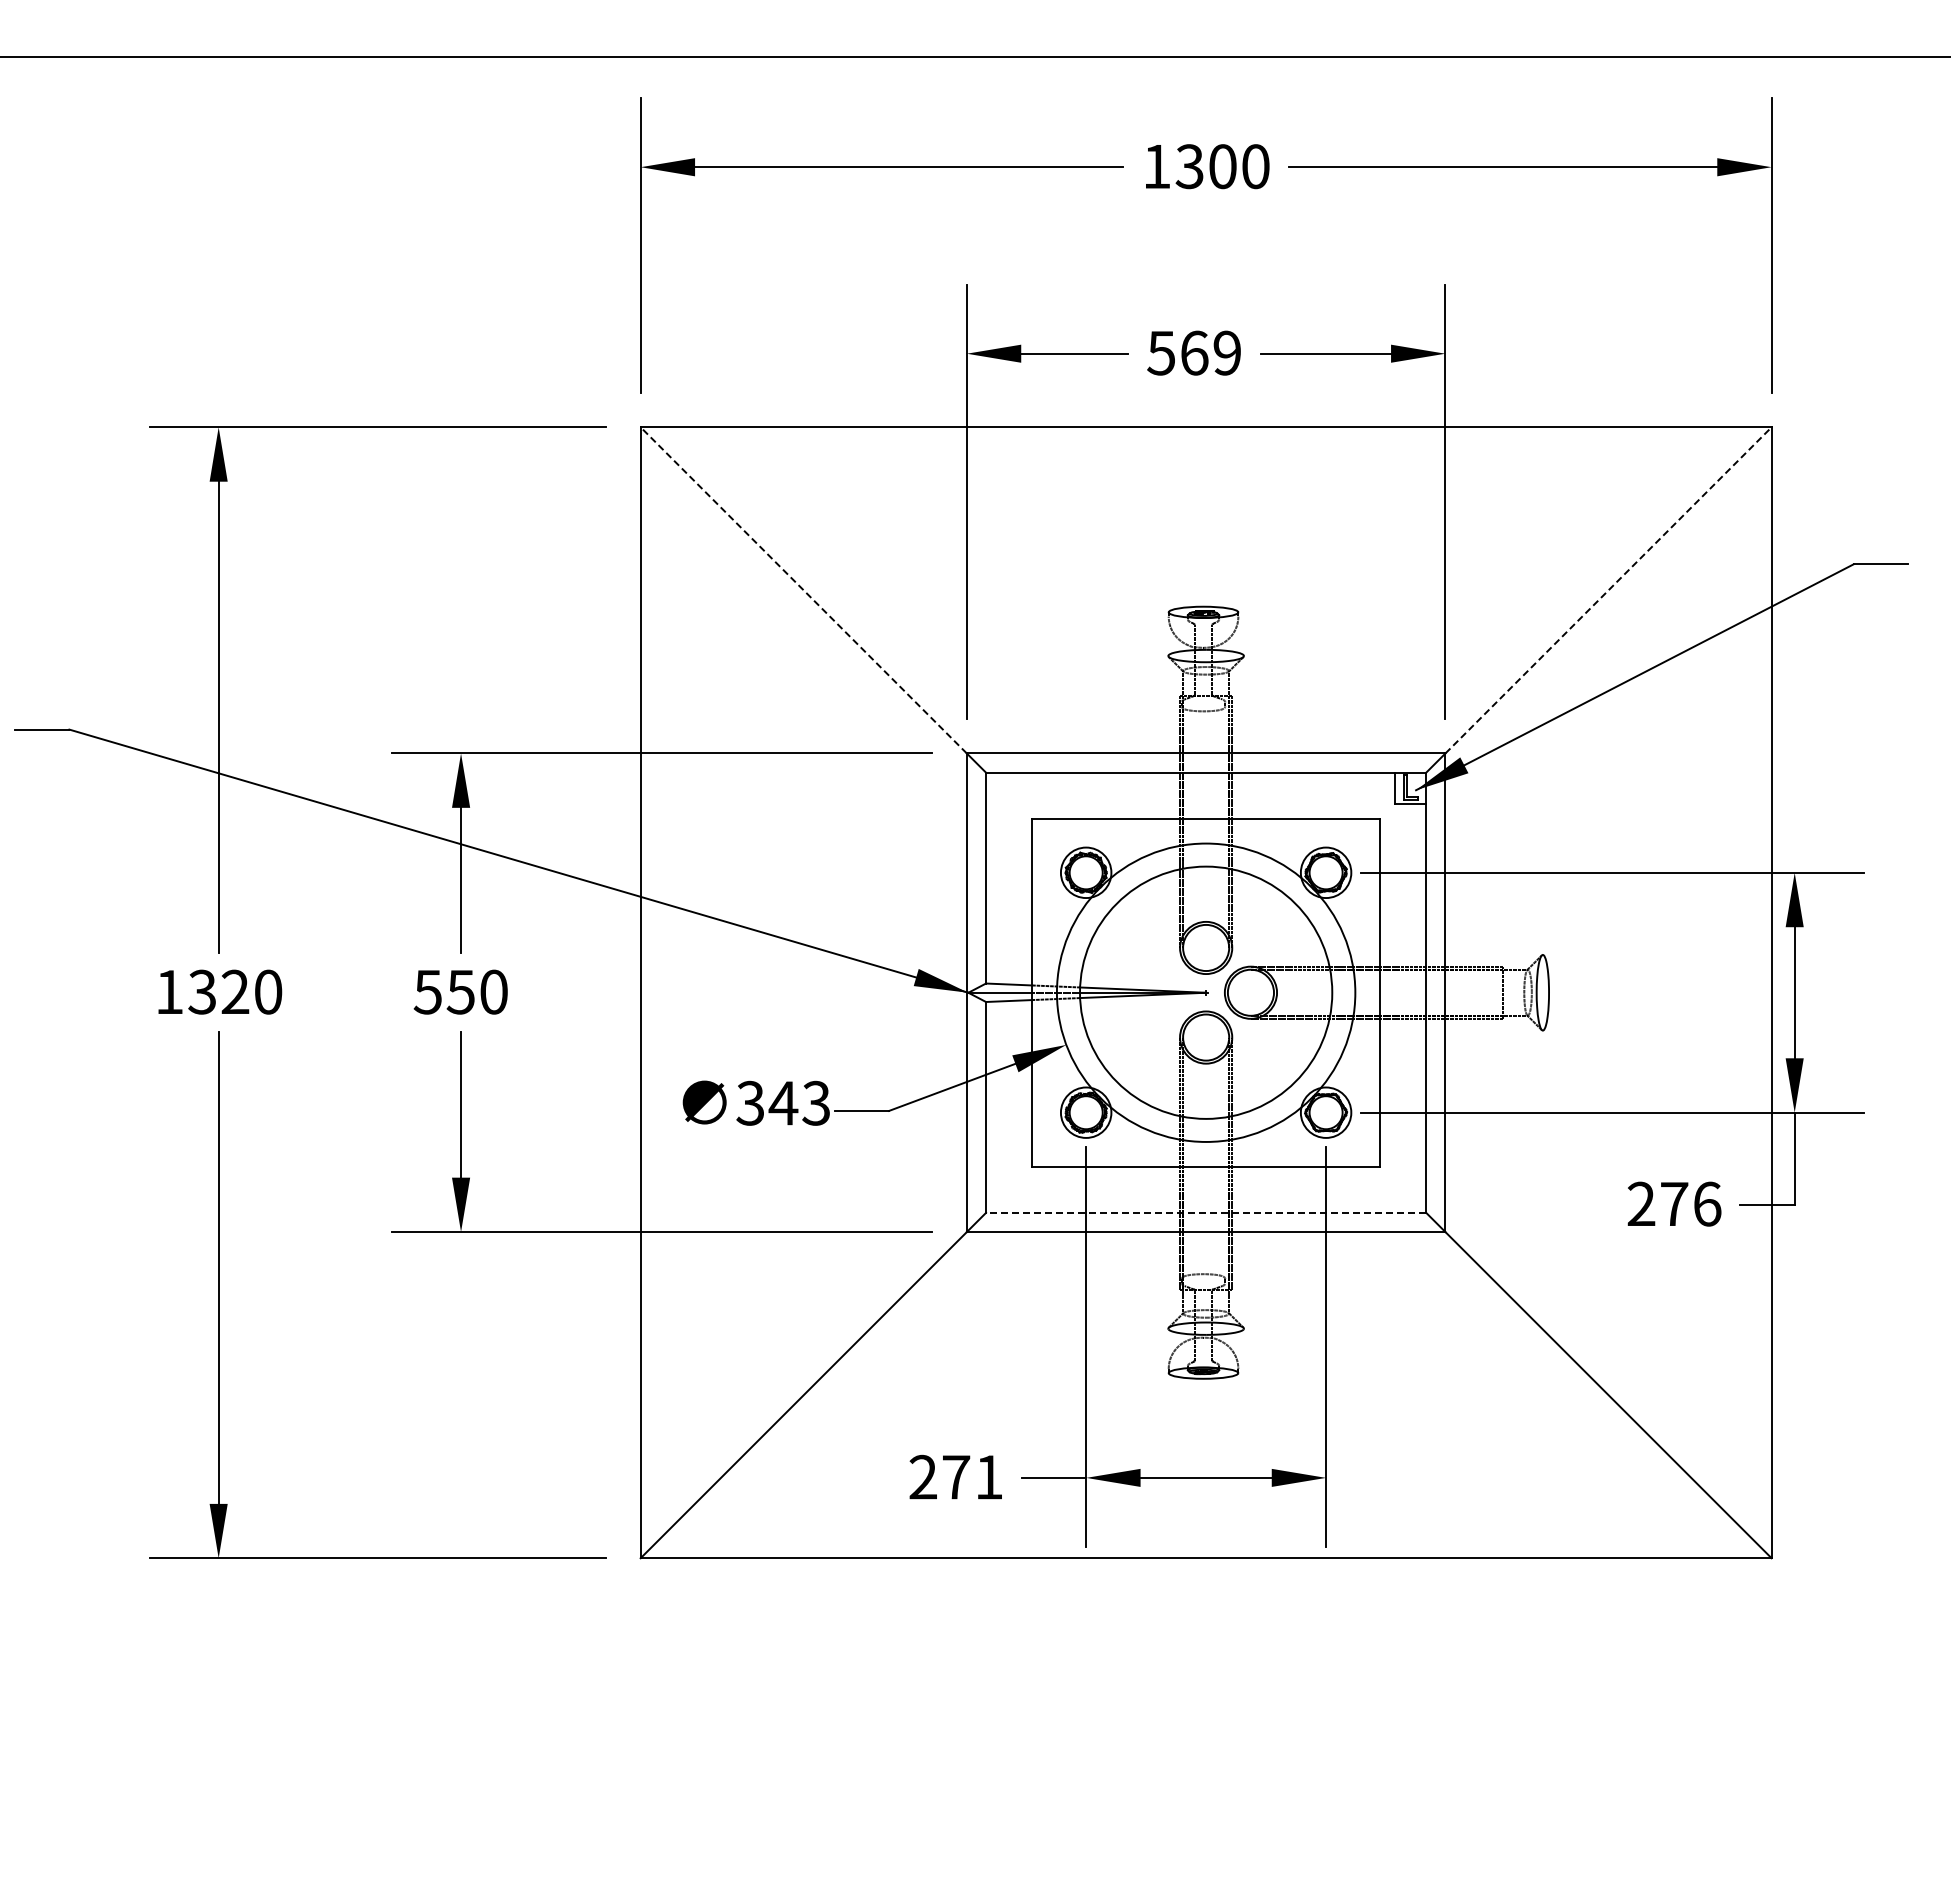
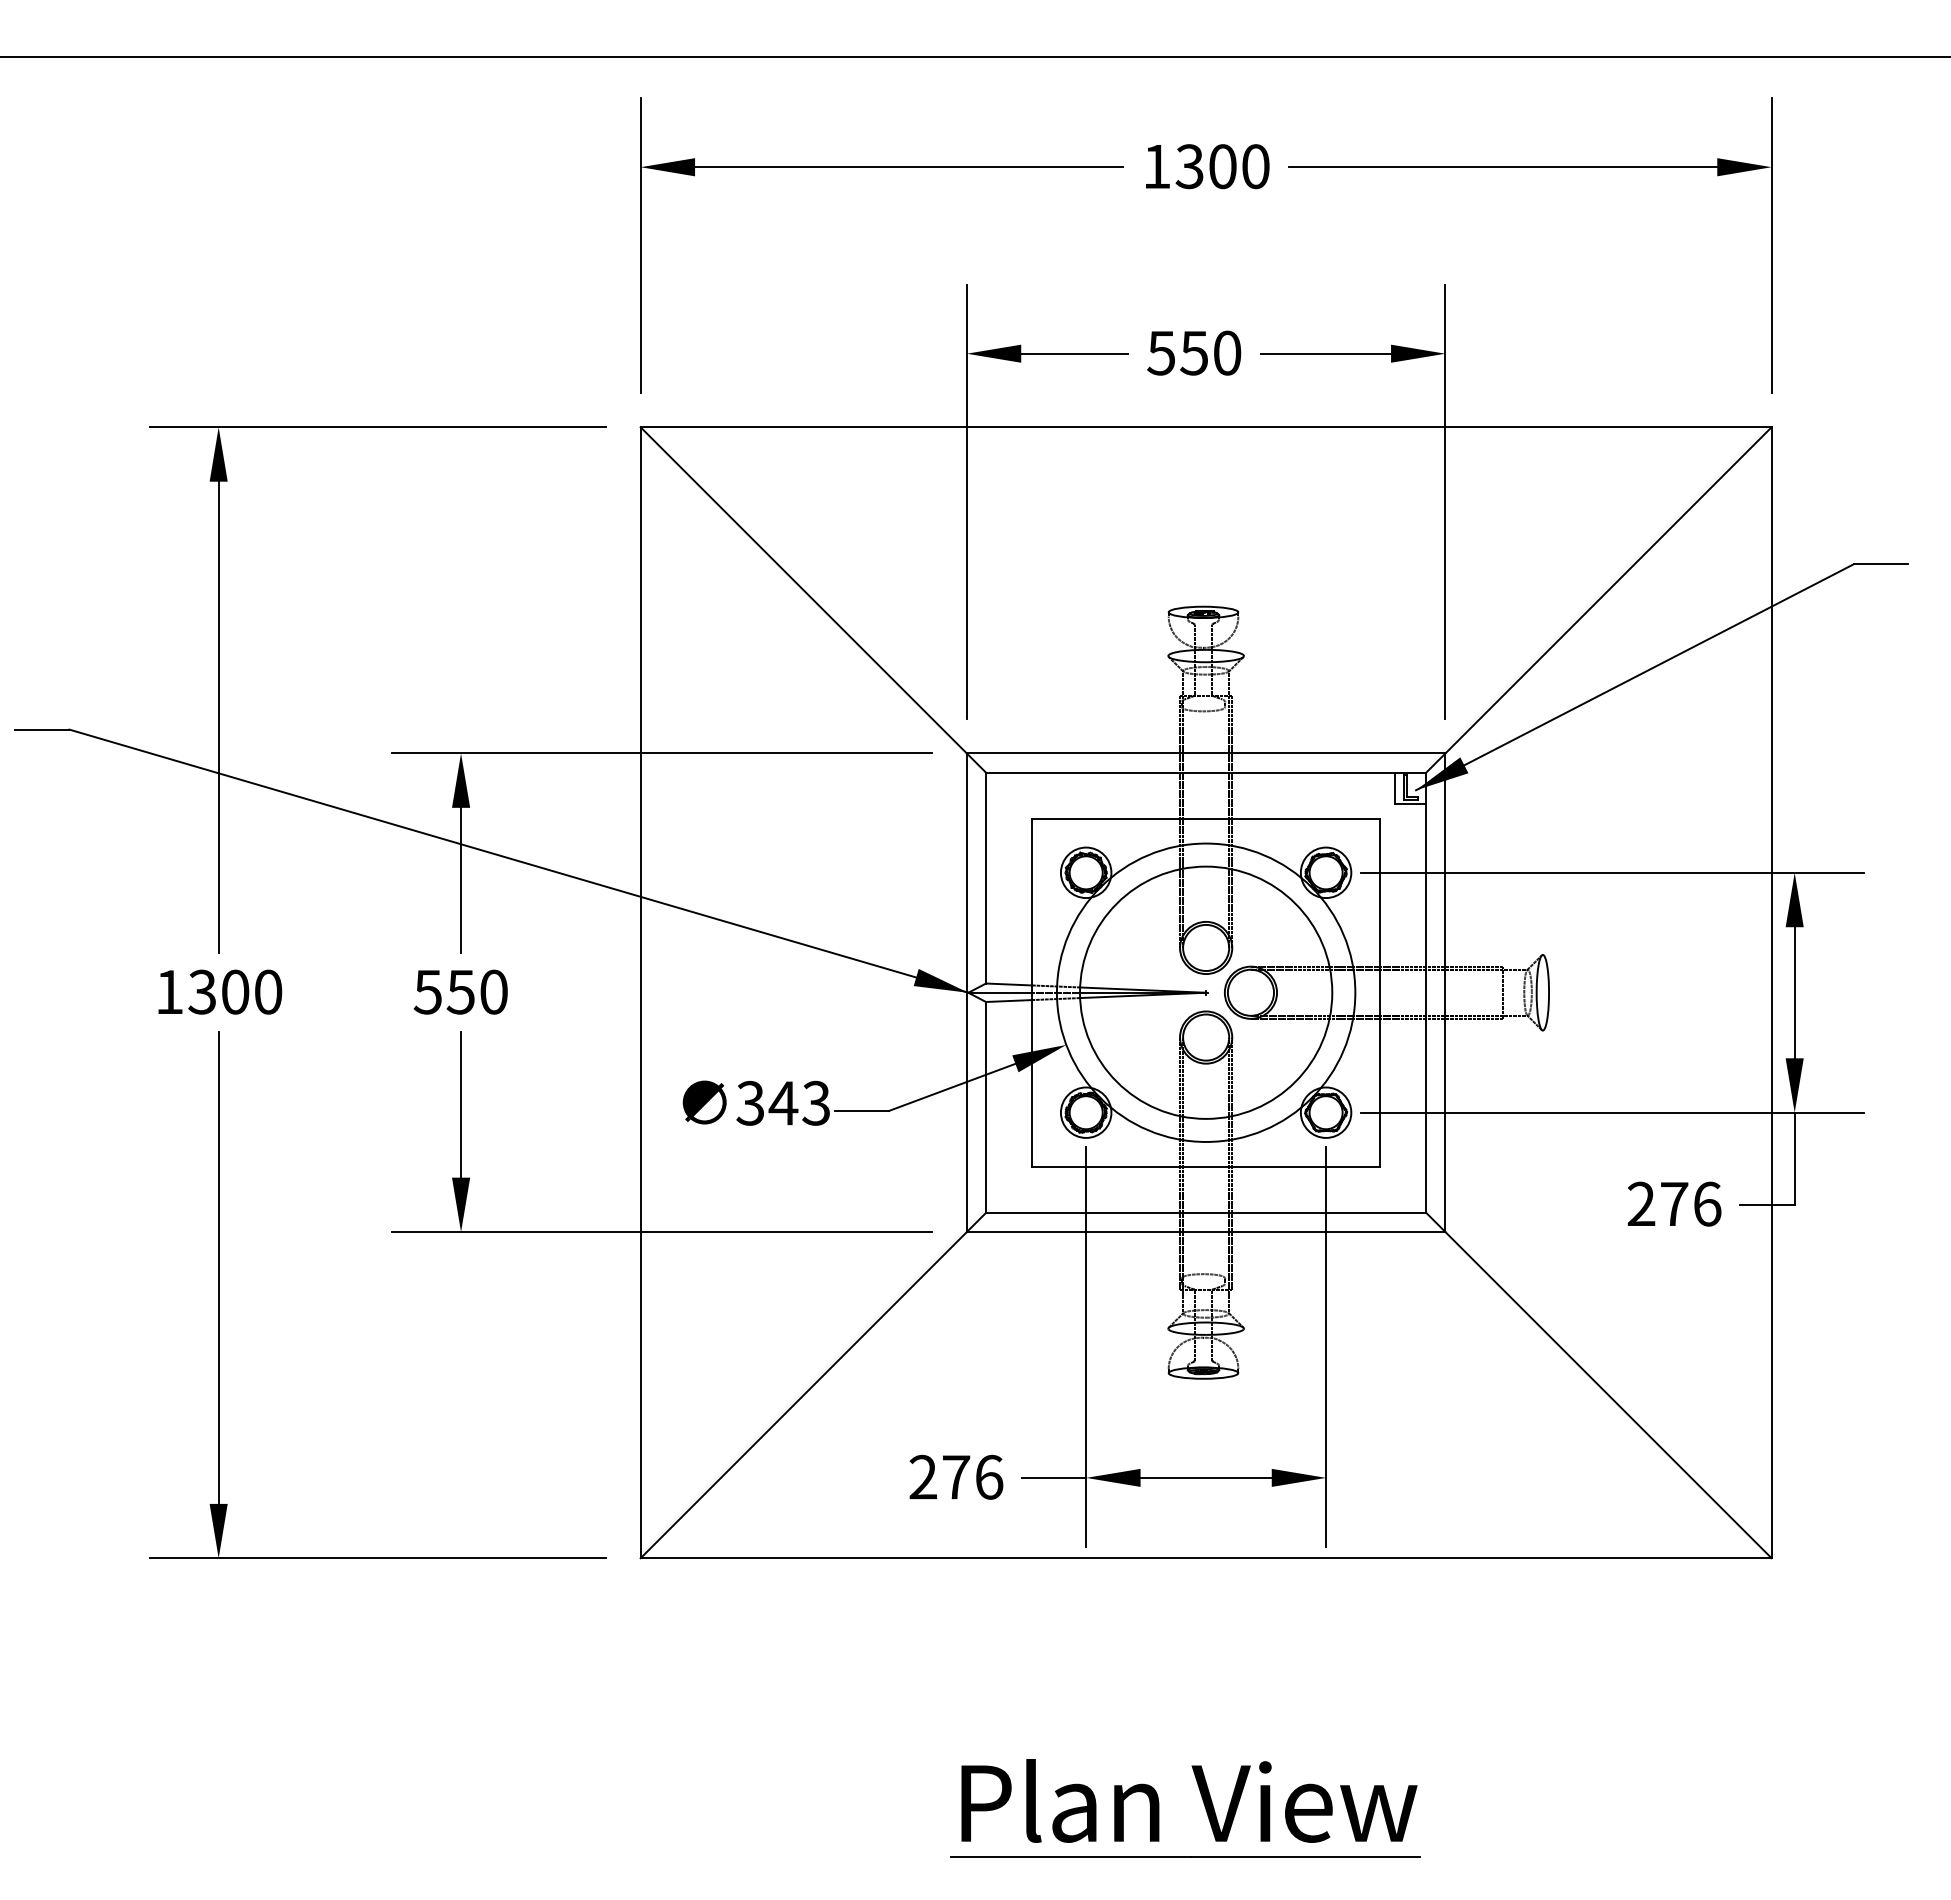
text at (1210, 352): 569 -> 550
line at (803, 590): dashed -> solid
line at (1608, 590): dashed -> solid
text at (235, 991): 1320 -> 1300
line at (1205, 1212): dashed -> solid
text at (989, 1476): 271 -> 276
part at (1203, 1803): none -> present
